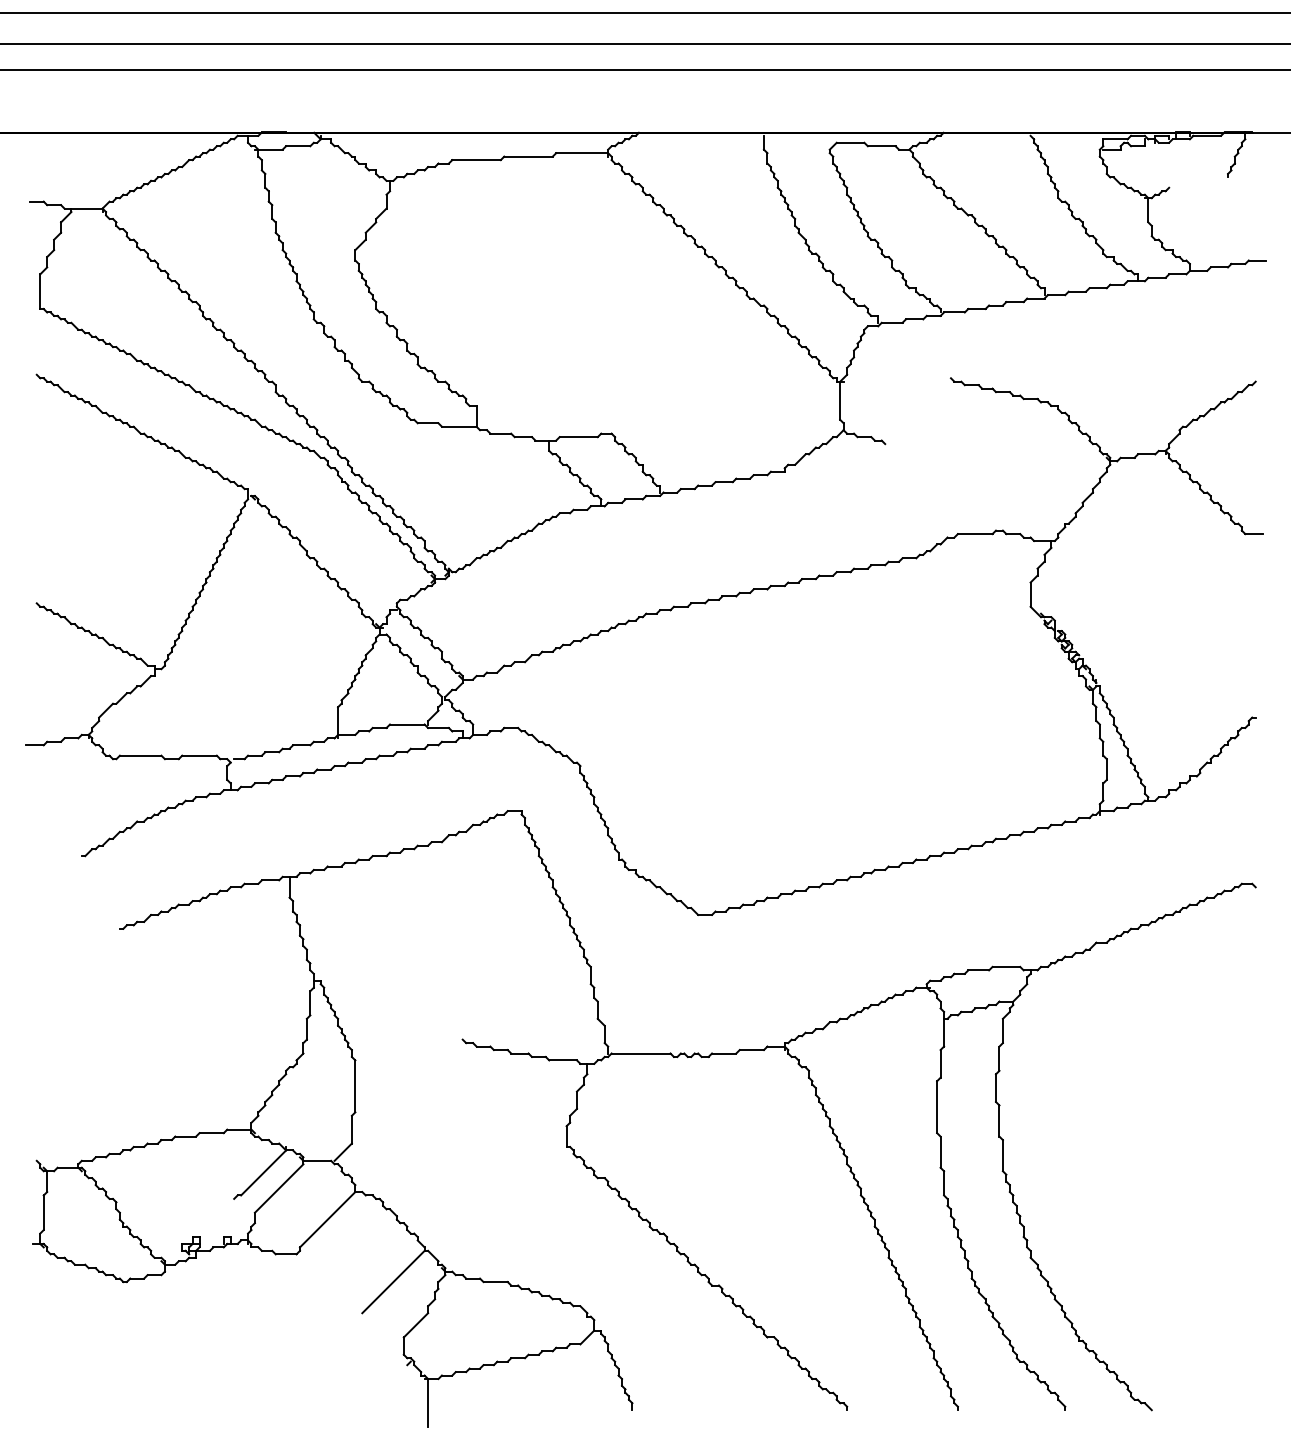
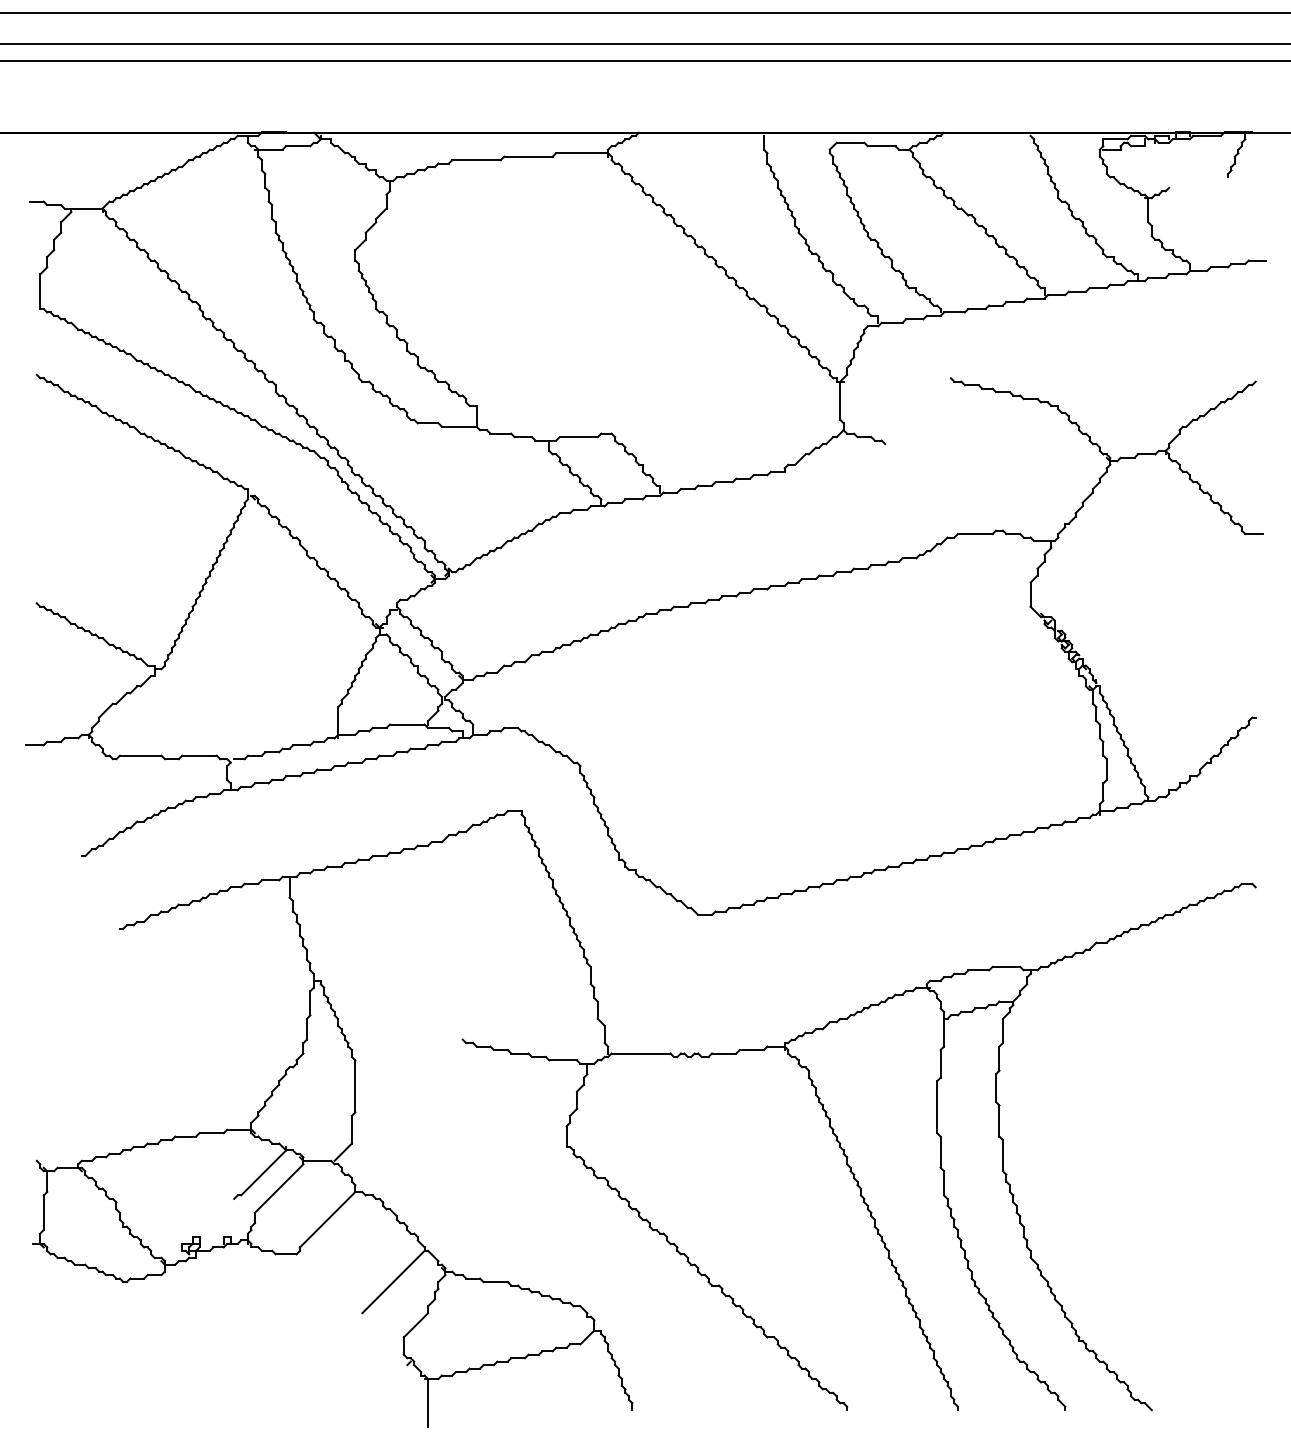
line at (644, 69) position: (644, 69) -> (644, 60)
